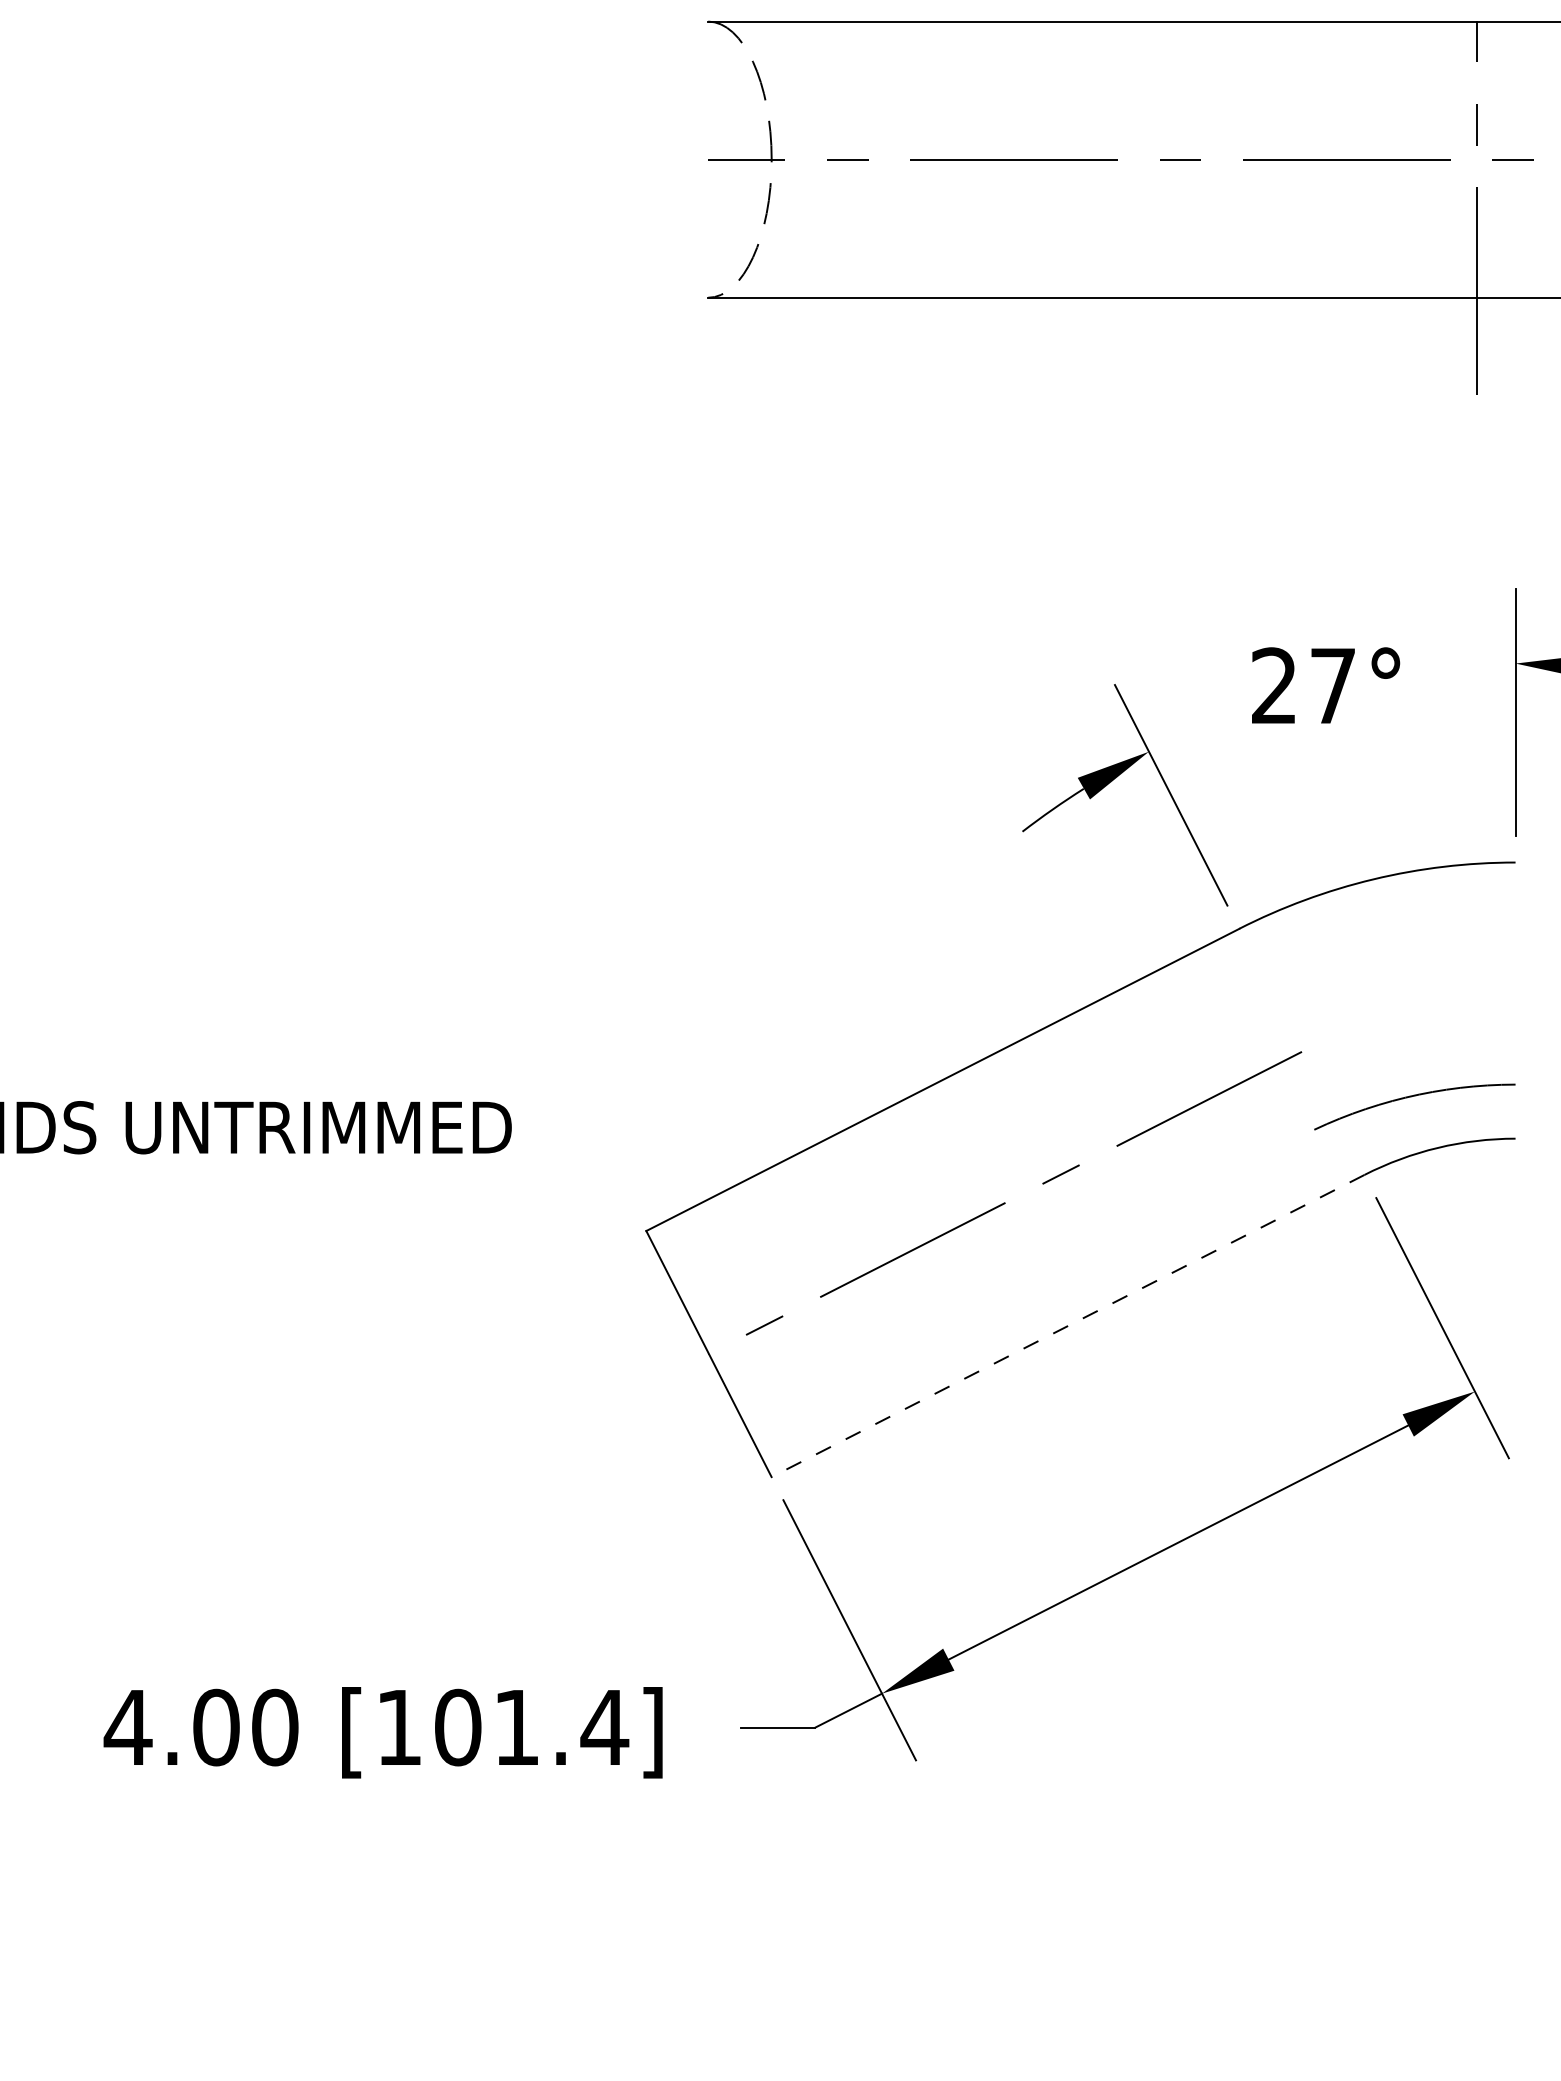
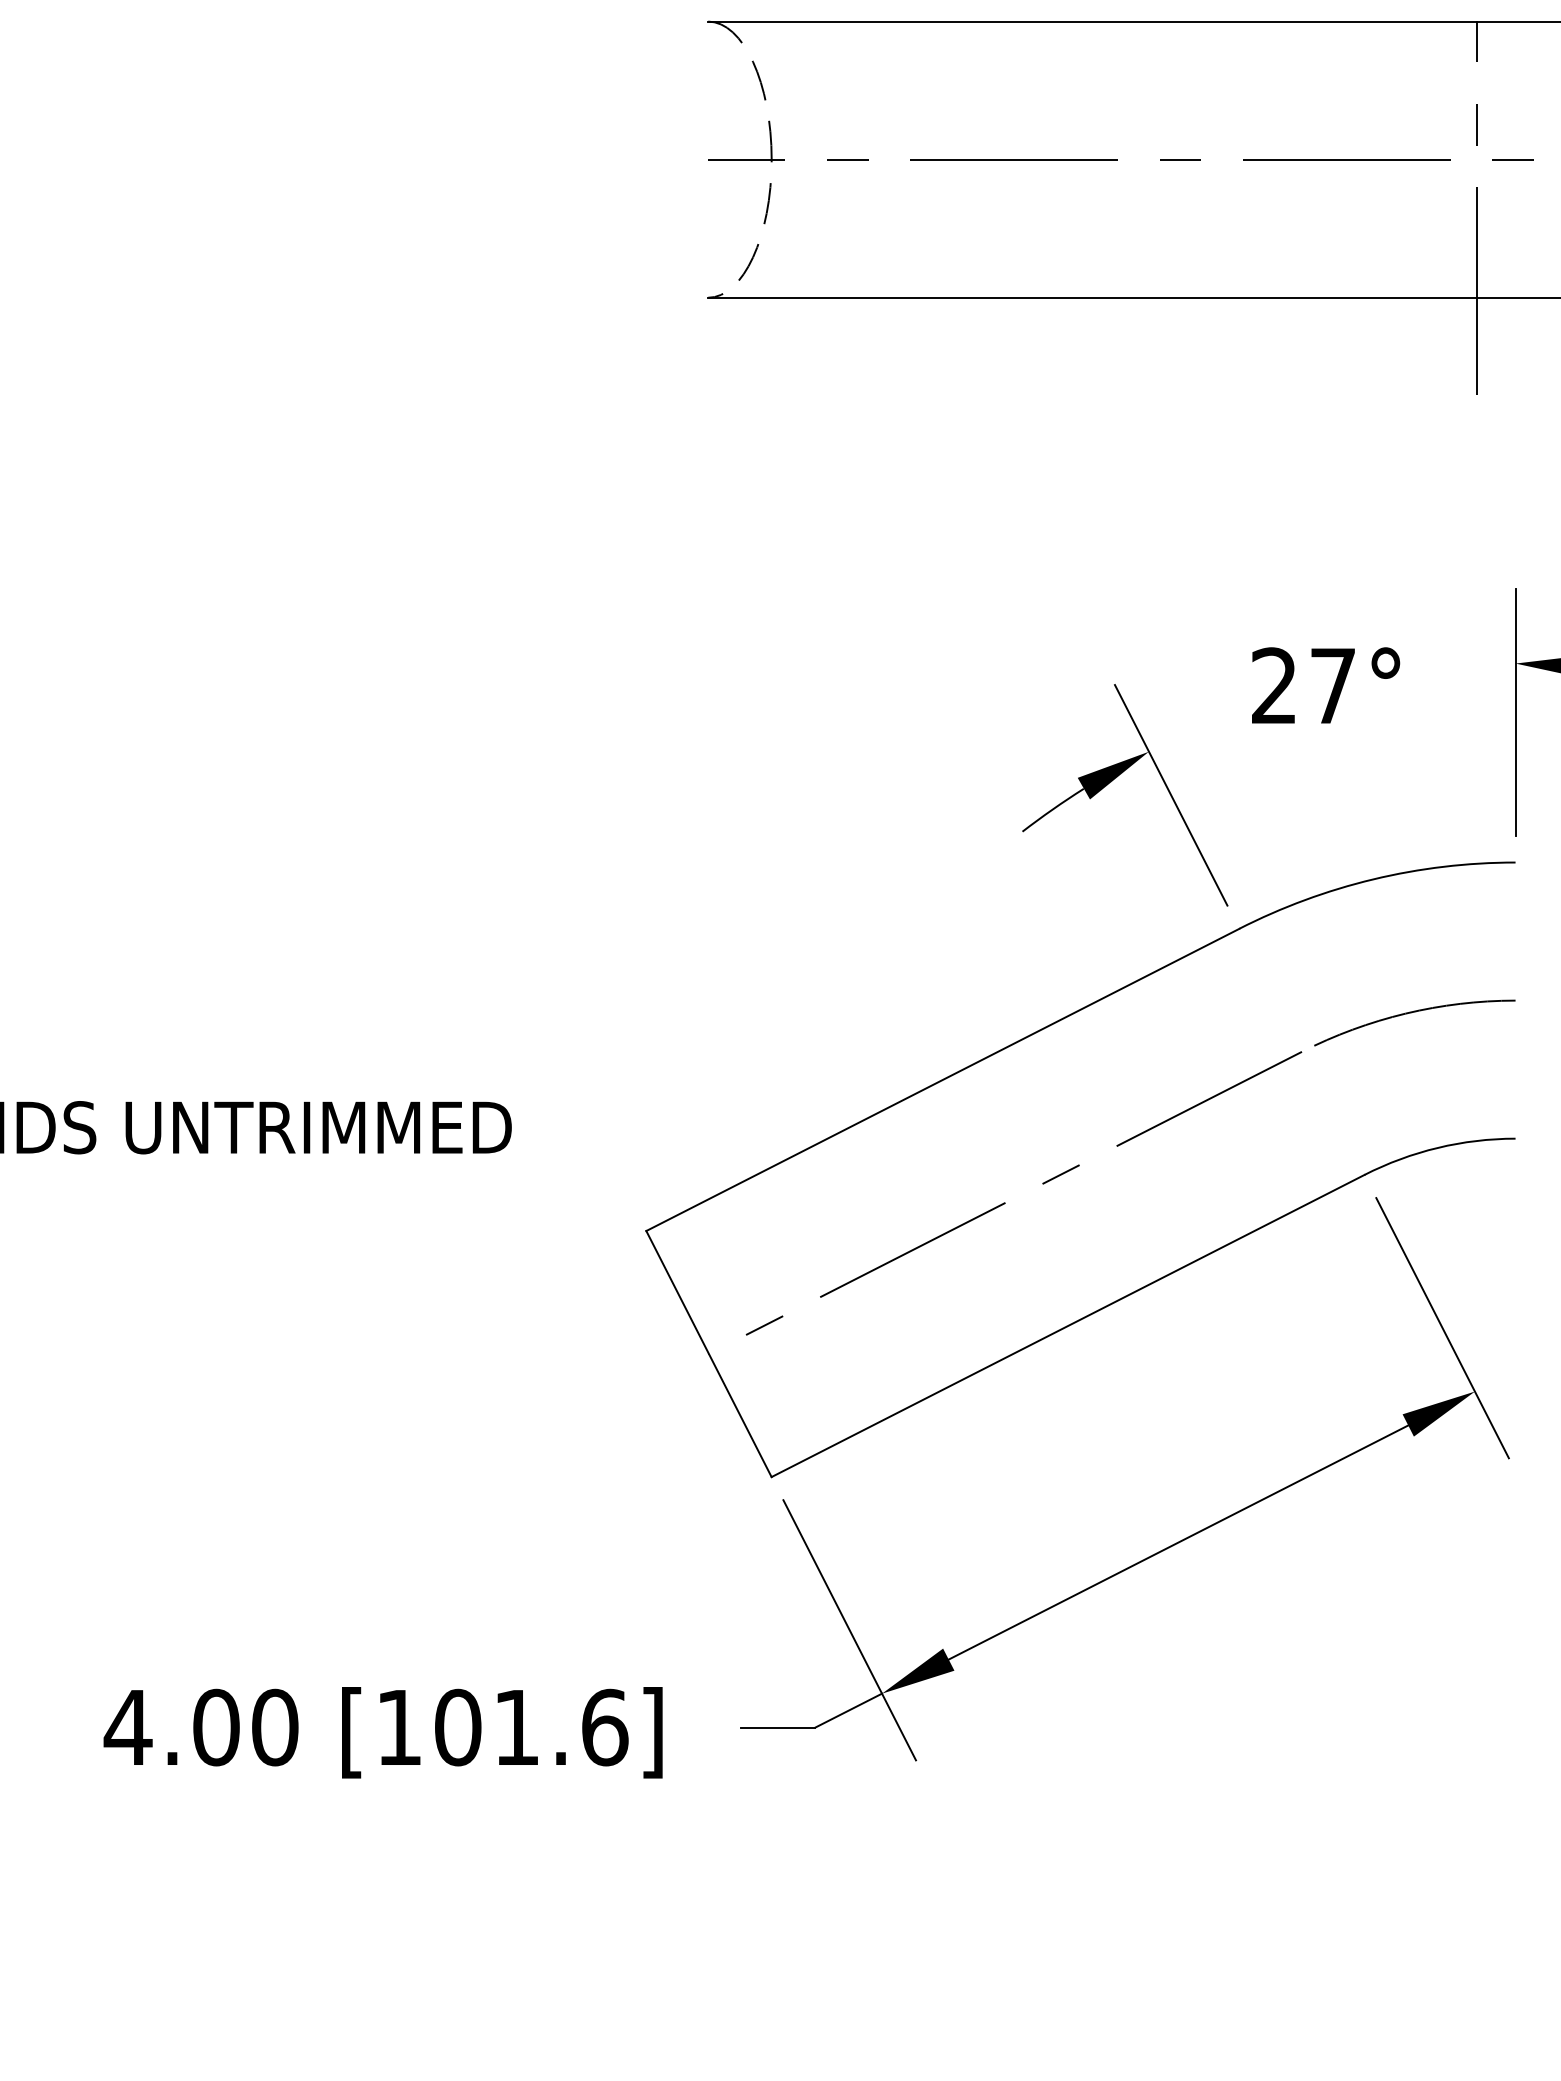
arc at (1411, 1097) position: (1411, 1097) -> (1411, 1013)
line at (1068, 1326): dashed -> solid
text at (604, 1727): [101.4] -> [101.6]
